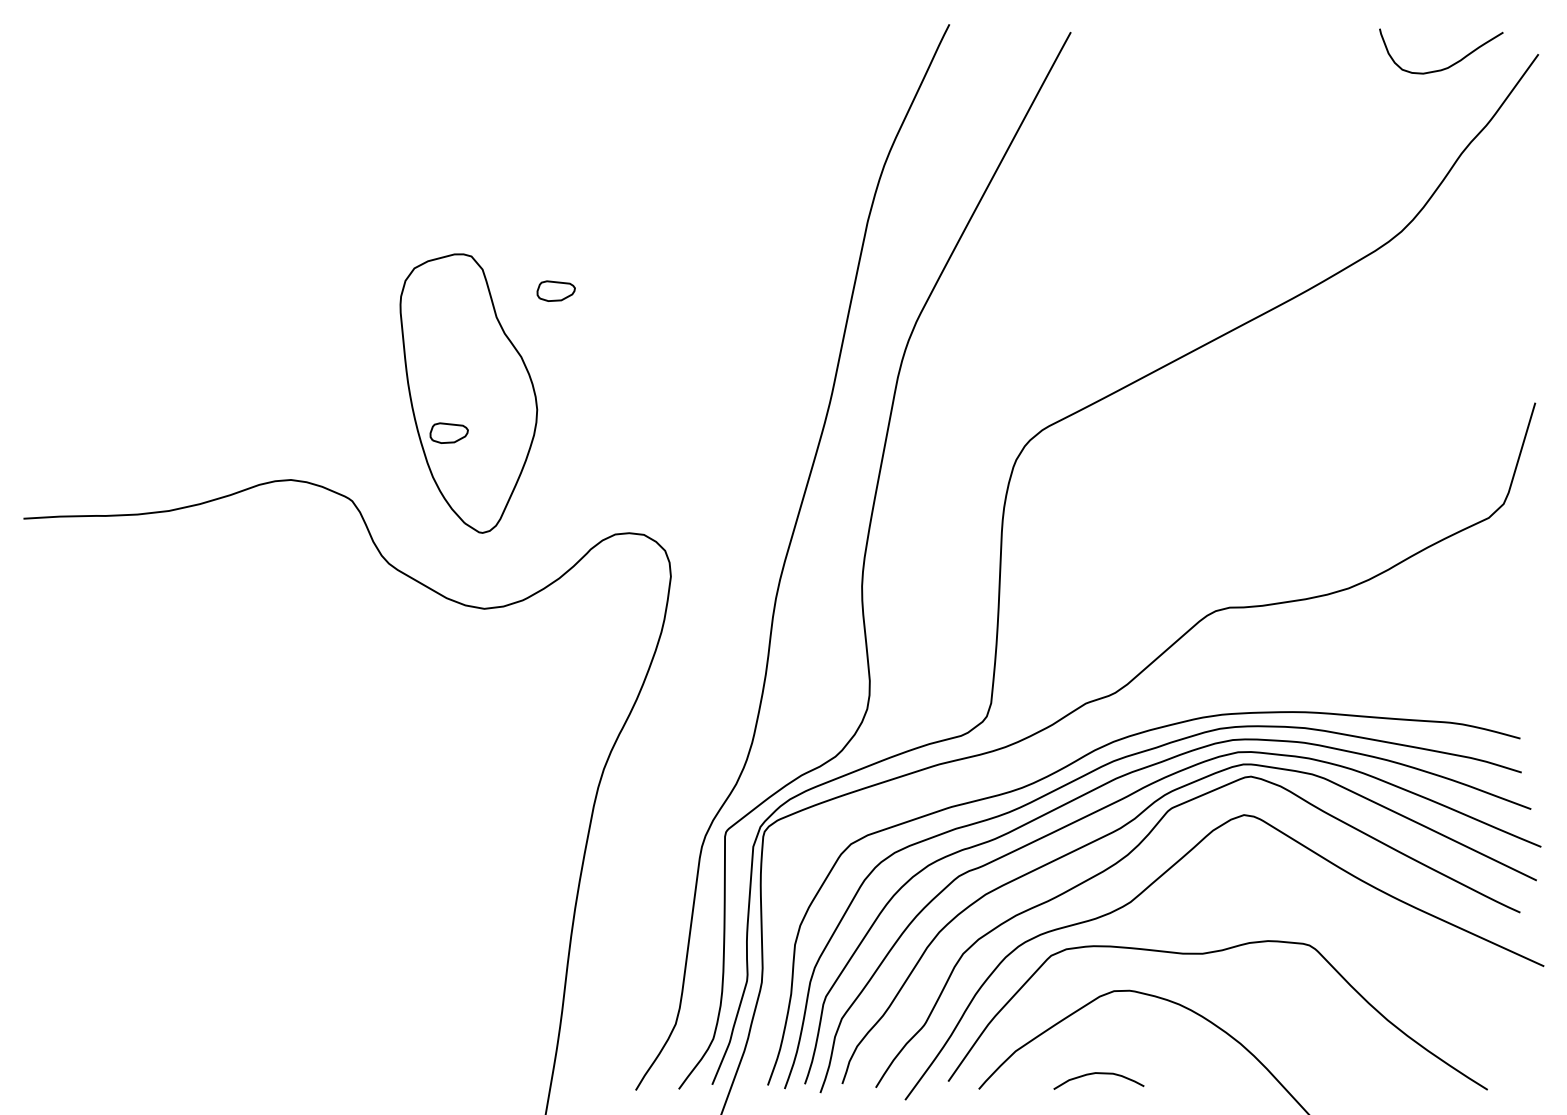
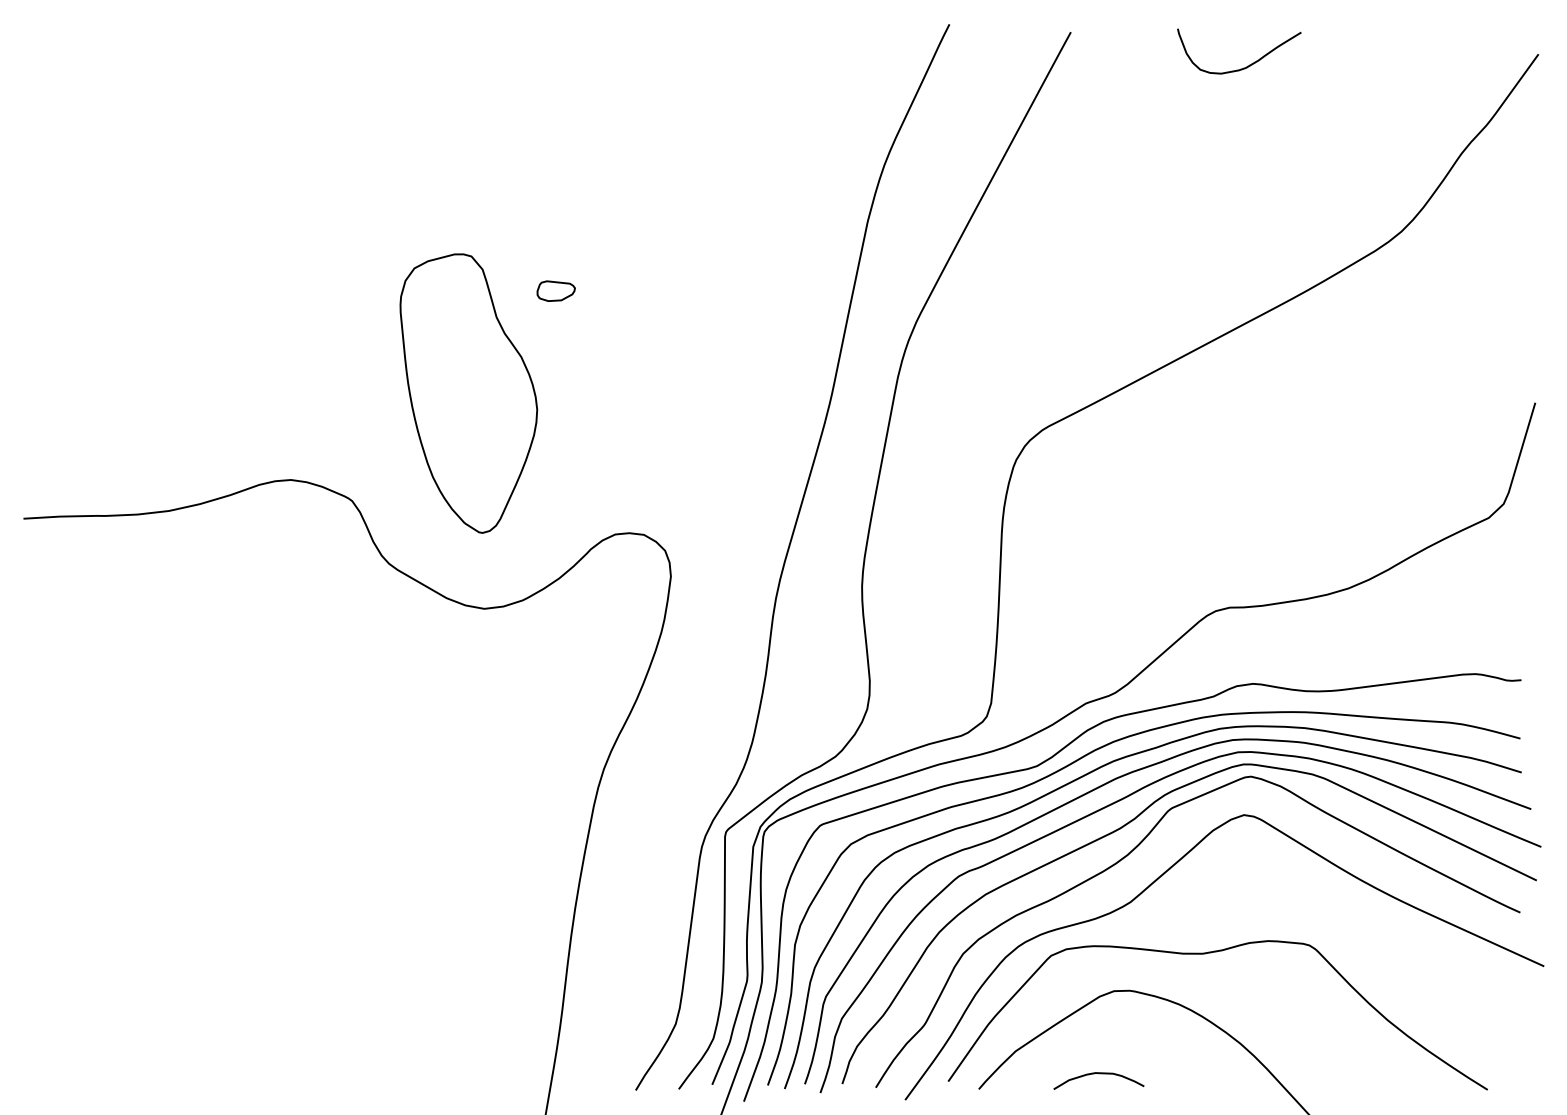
curve at (1451, 64) position: (1451, 64) -> (1249, 64)
part at (448, 432): present -> none
curve at (1050, 759): none -> present
